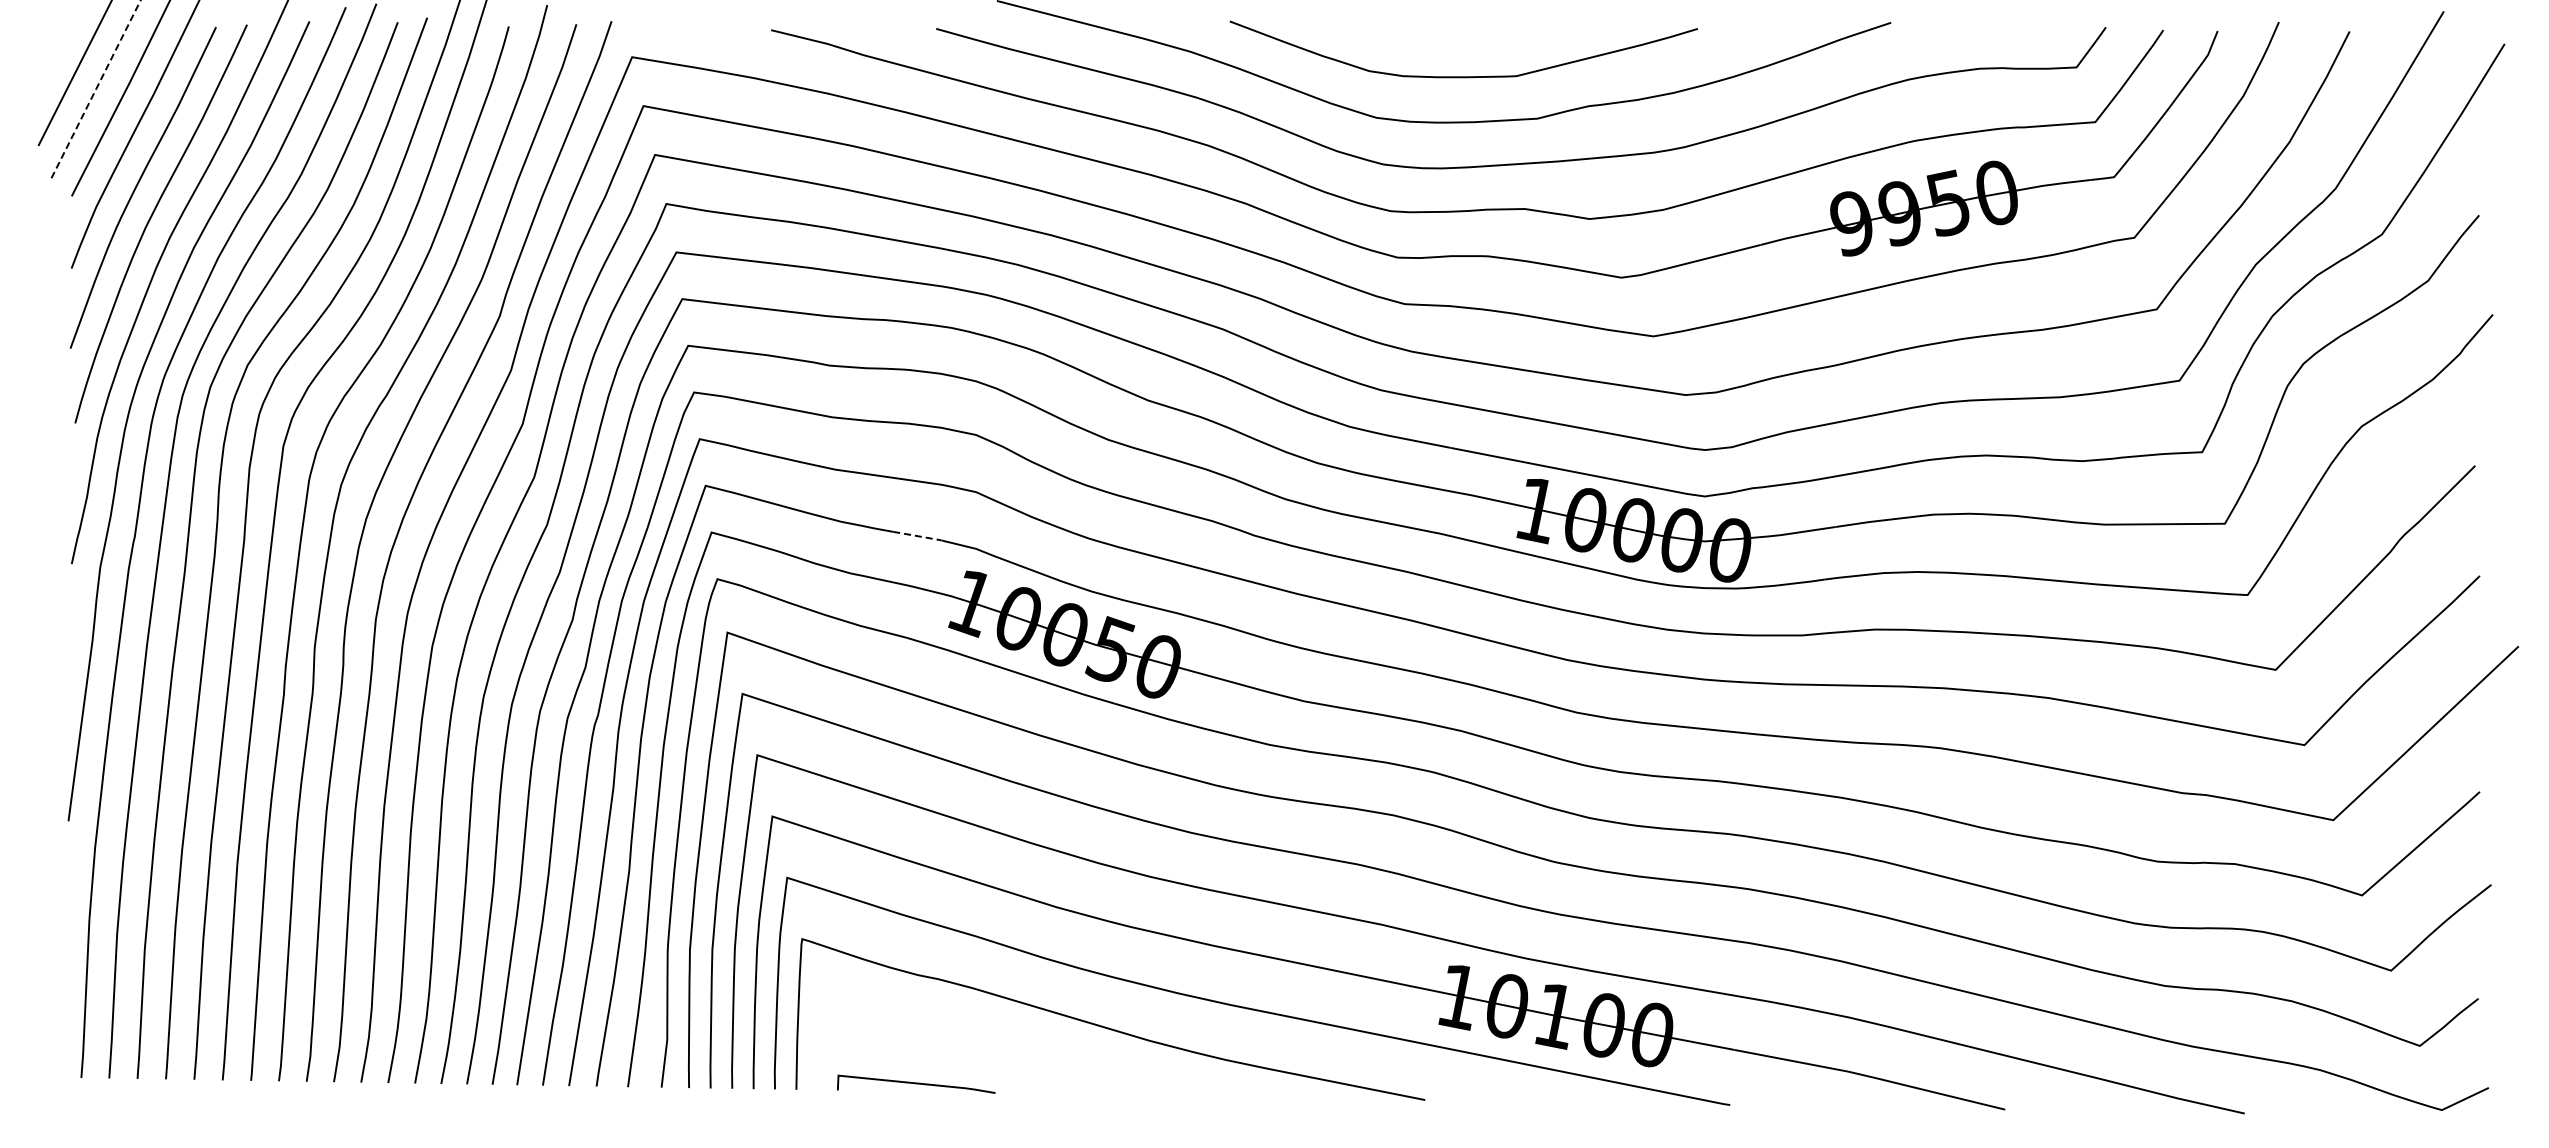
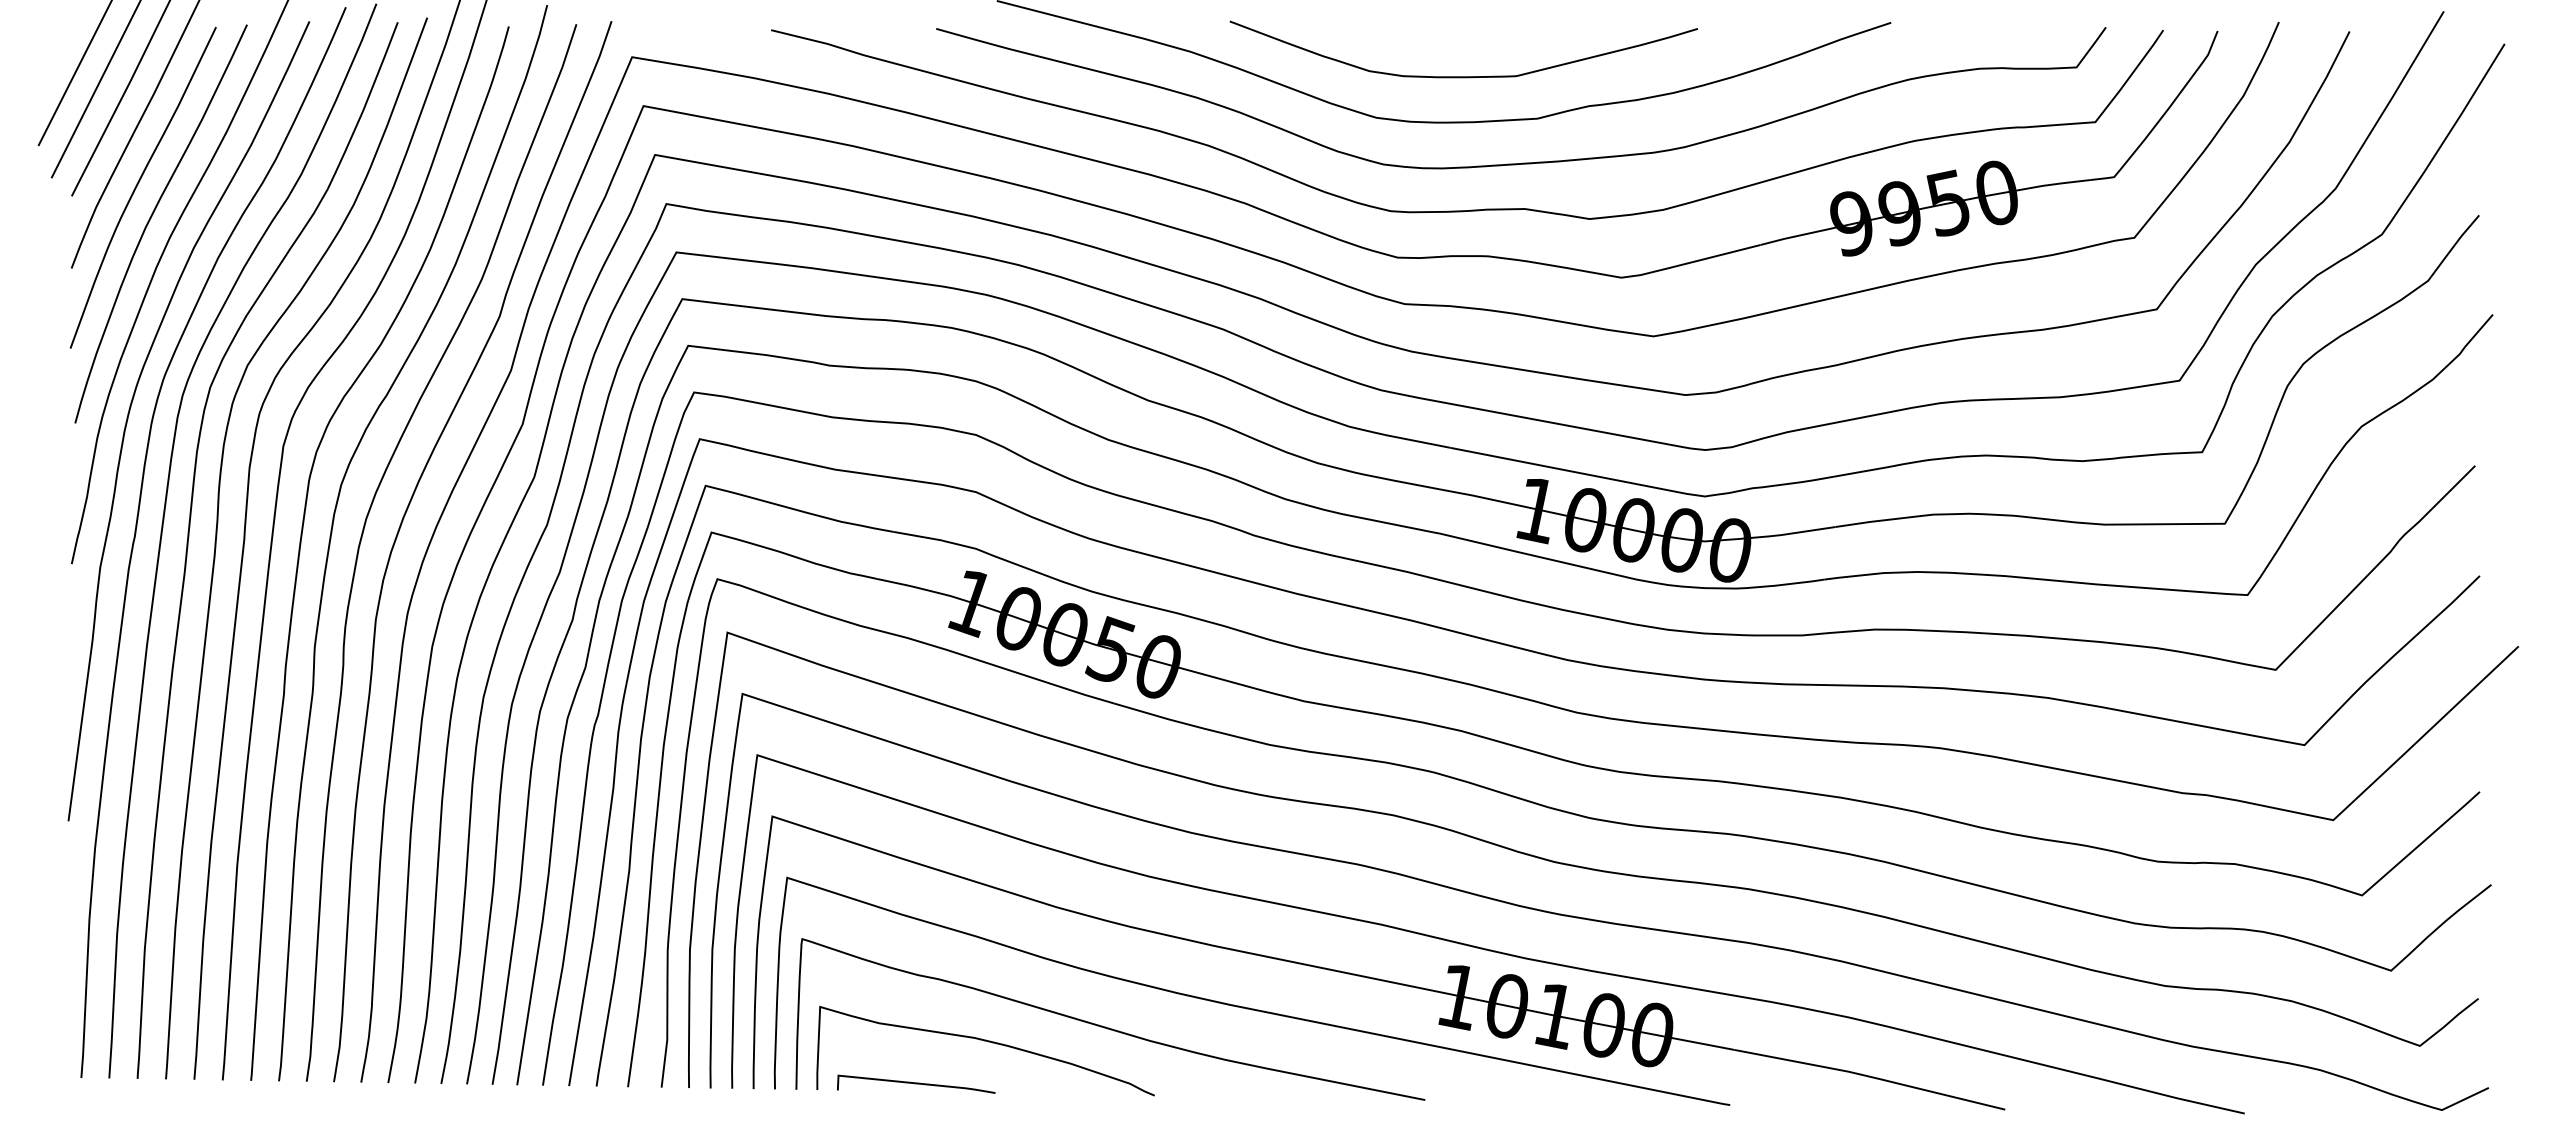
line at (96, 88): dashed -> solid
line at (918, 536): dashed -> solid
curve at (988, 1042): none -> present
